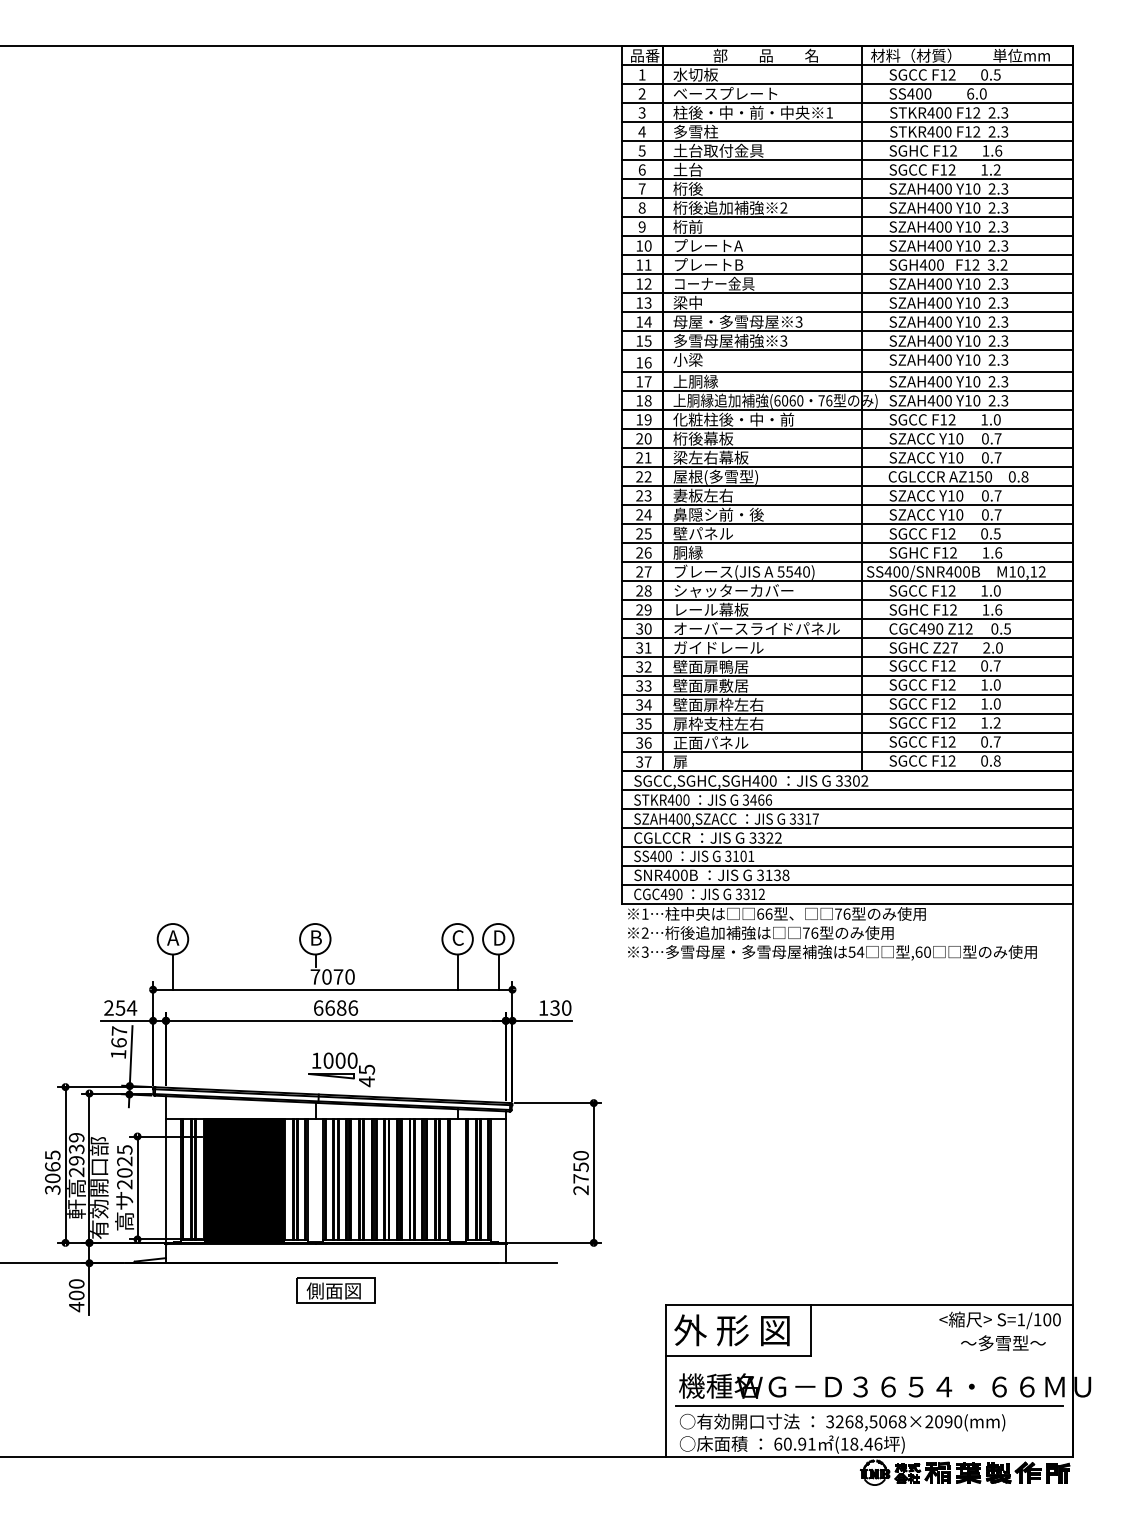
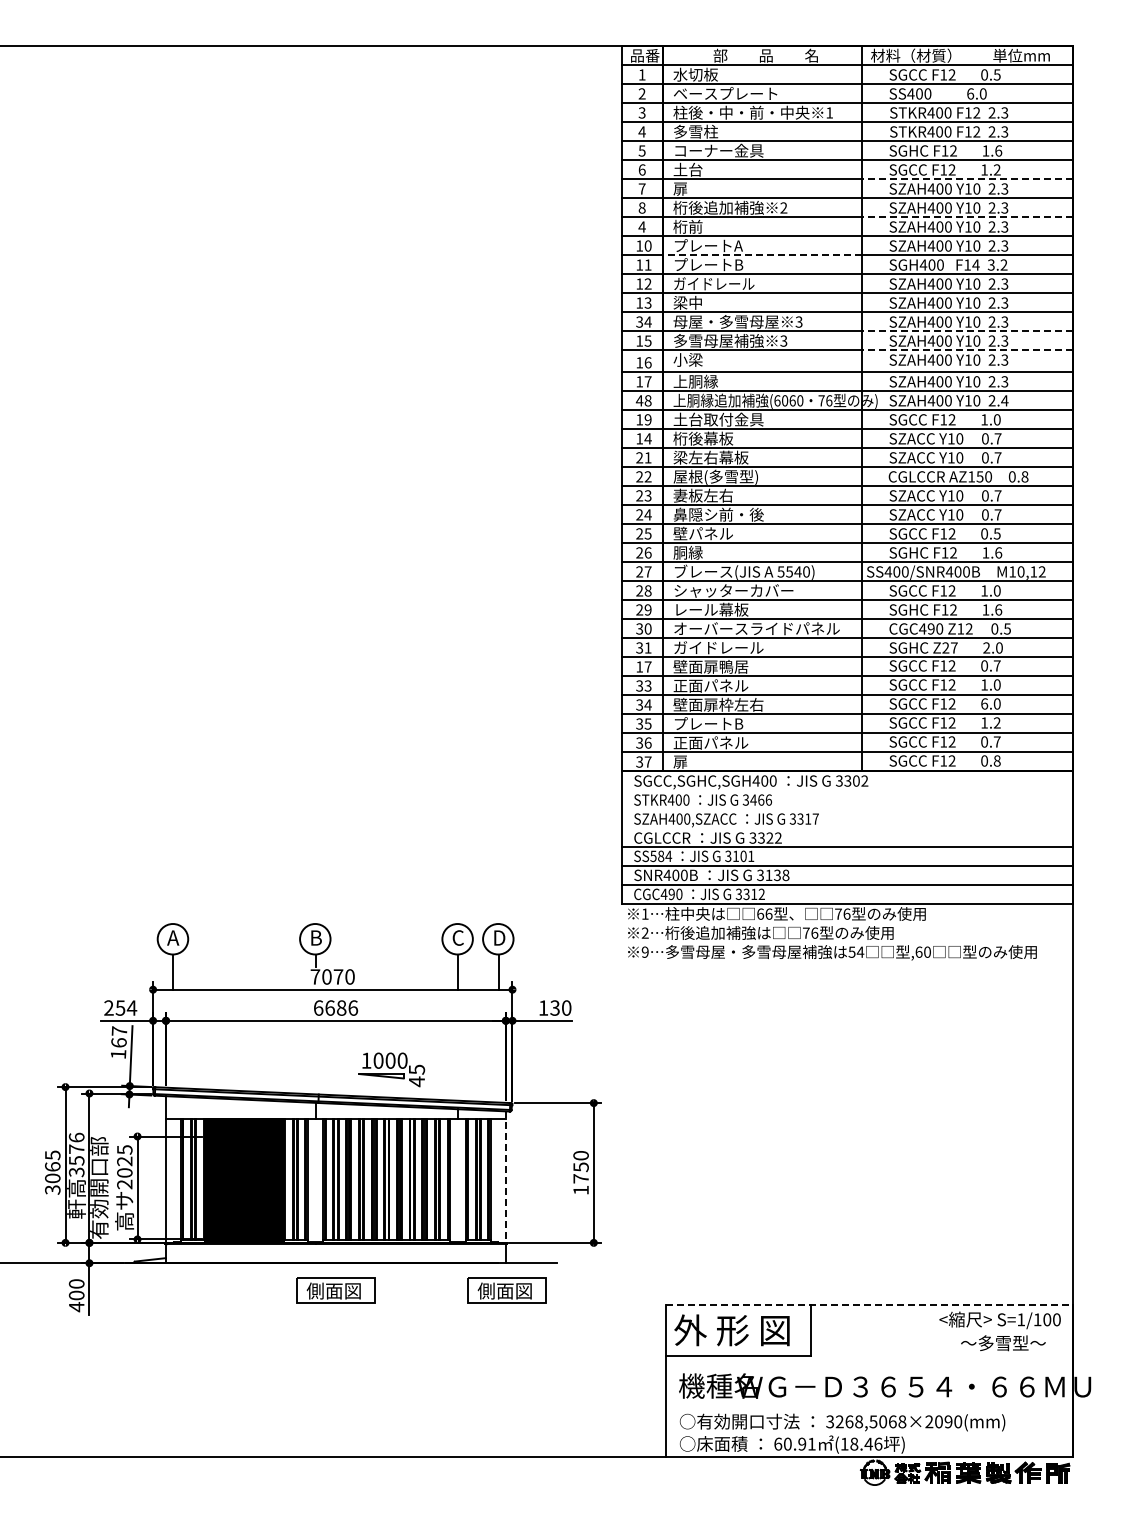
text at (703, 150): 土台取付金具 -> コーナー金具
line at (966, 179): solid -> dashed
text at (687, 188): 桁後 -> 扉
line at (966, 217): solid -> dashed
text at (641, 226): 9 -> 4
line at (762, 255): solid -> dashed
text at (975, 264): F12 -> F14
text at (714, 283): コーナー金具 -> ガイドレール
text at (639, 321): 14 -> 34
line at (966, 331): solid -> dashed
line at (966, 350): solid -> dashed
text at (639, 400): 18 -> 48
text at (1004, 400): 2.3 -> 2.4
text at (733, 419): 化粧柱後・中・前 -> 土台取付金具
text at (643, 438): 20 -> 14
text at (643, 666): 32 -> 17
text at (710, 685): 壁面扉敷居 -> 正面パネル
text at (984, 703): 1.0 -> 6.0
text at (718, 723): 扉枠支柱左右 -> プレートB
line at (846, 790): present -> none
line at (846, 809): present -> none
line at (846, 828): present -> none
text at (661, 856): SS400 -> SS584
text at (644, 951): 3 -> 9
part at (341, 1069) position: (341, 1069) -> (391, 1069)
text at (76, 1154): 2939 -> 3576
line at (505, 1177): solid -> dashed
text at (580, 1190): 2750 -> 1750
part at (506, 1290): none -> present
line at (869, 1304): solid -> dashed
line at (869, 1406): present -> none
